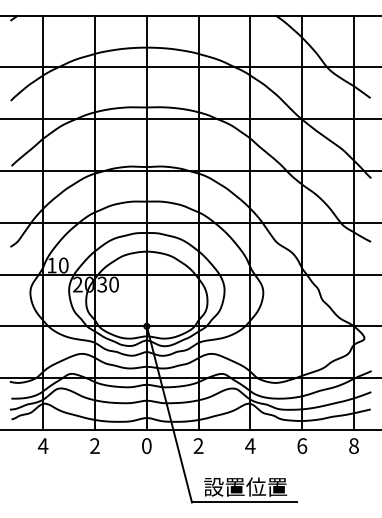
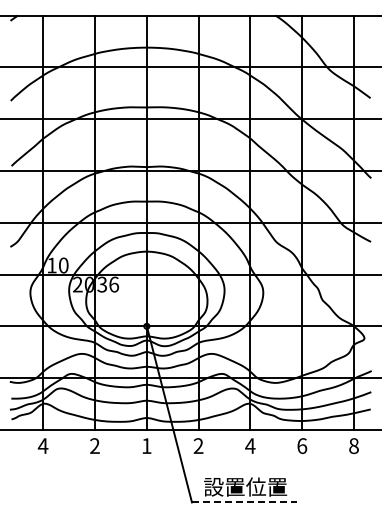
text at (114, 284): 30 -> 36
text at (146, 446): 0 -> 1
line at (244, 502): solid -> dashed
